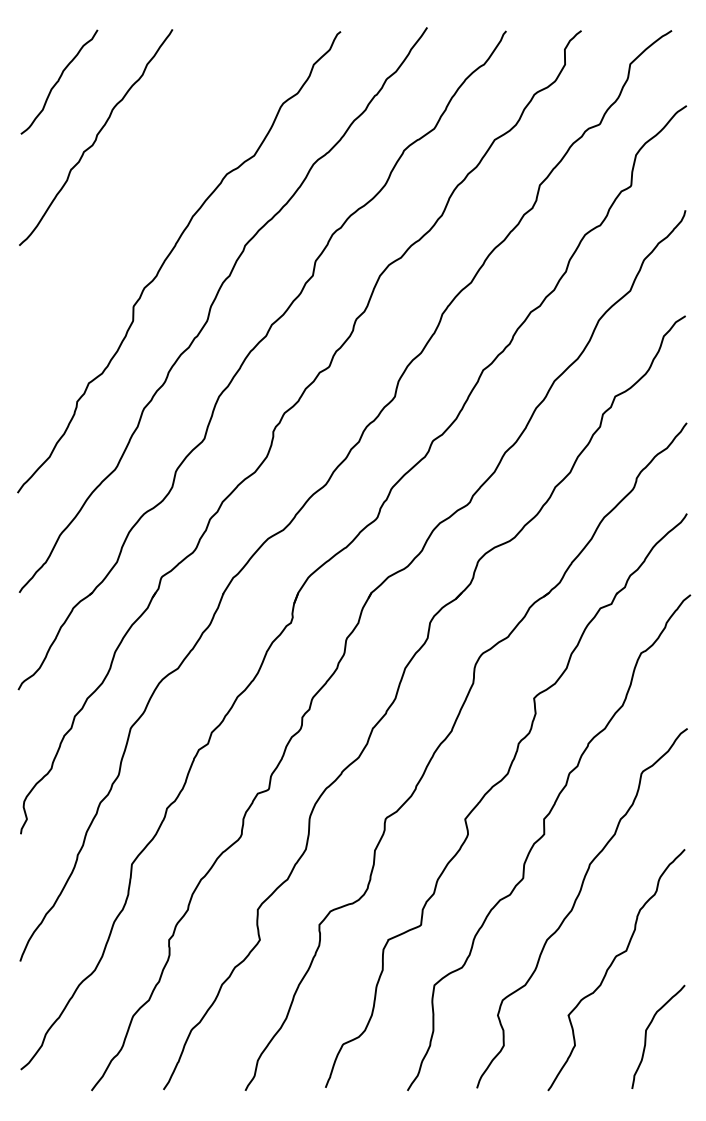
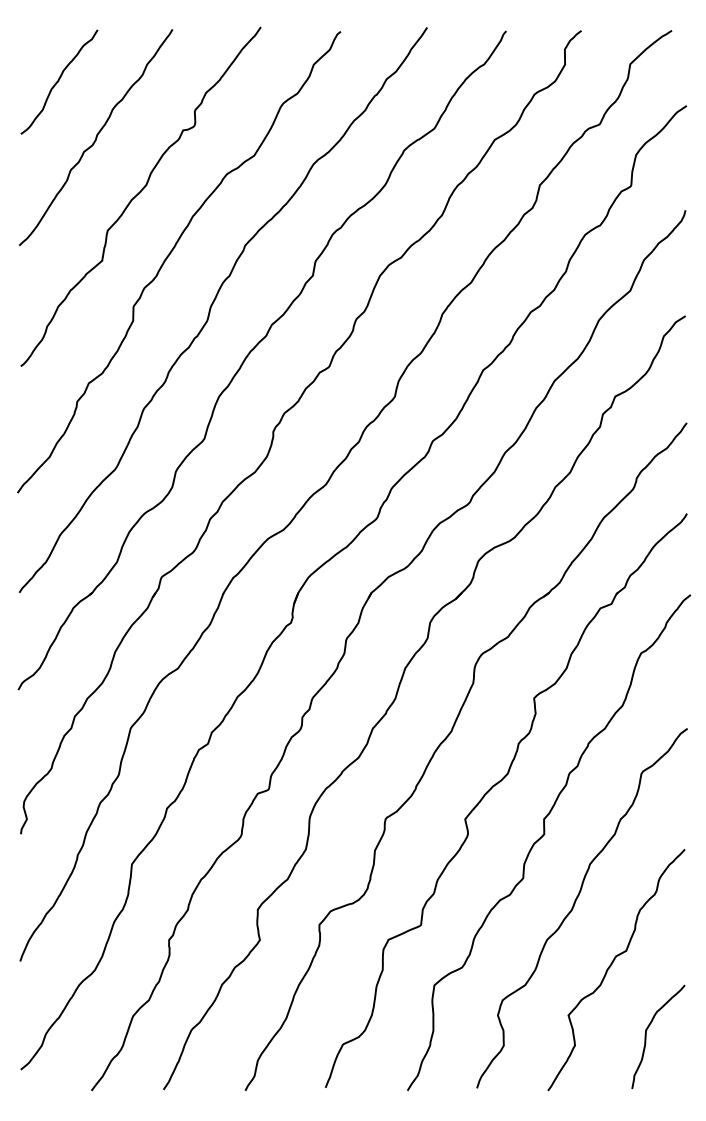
curve at (139, 194): none -> present
